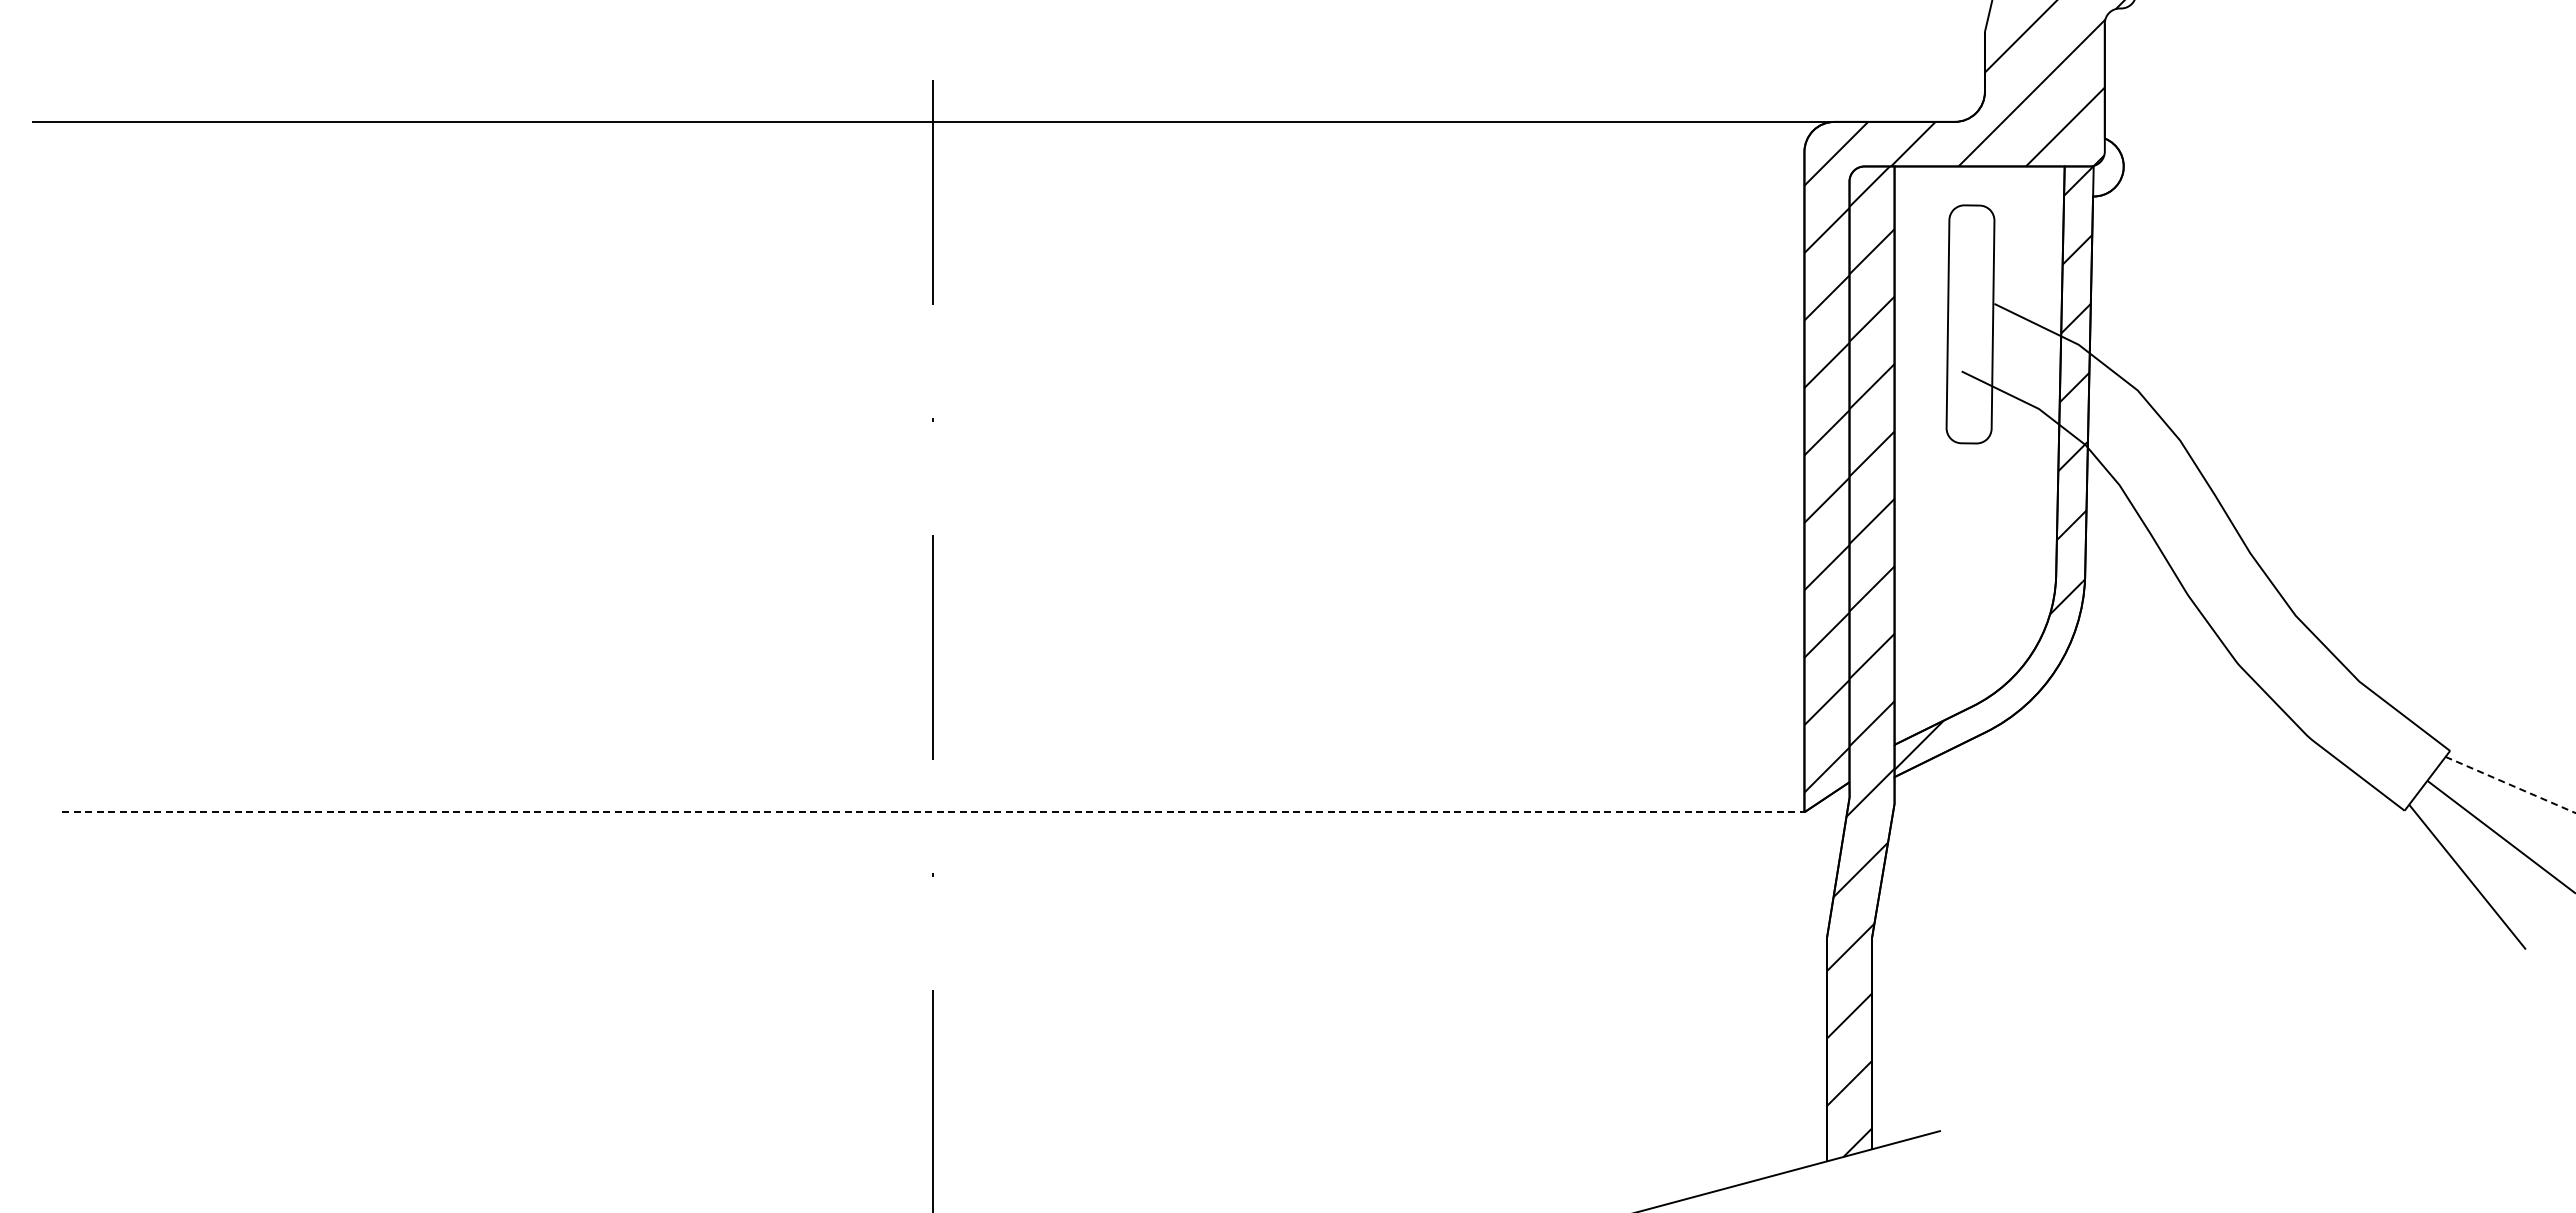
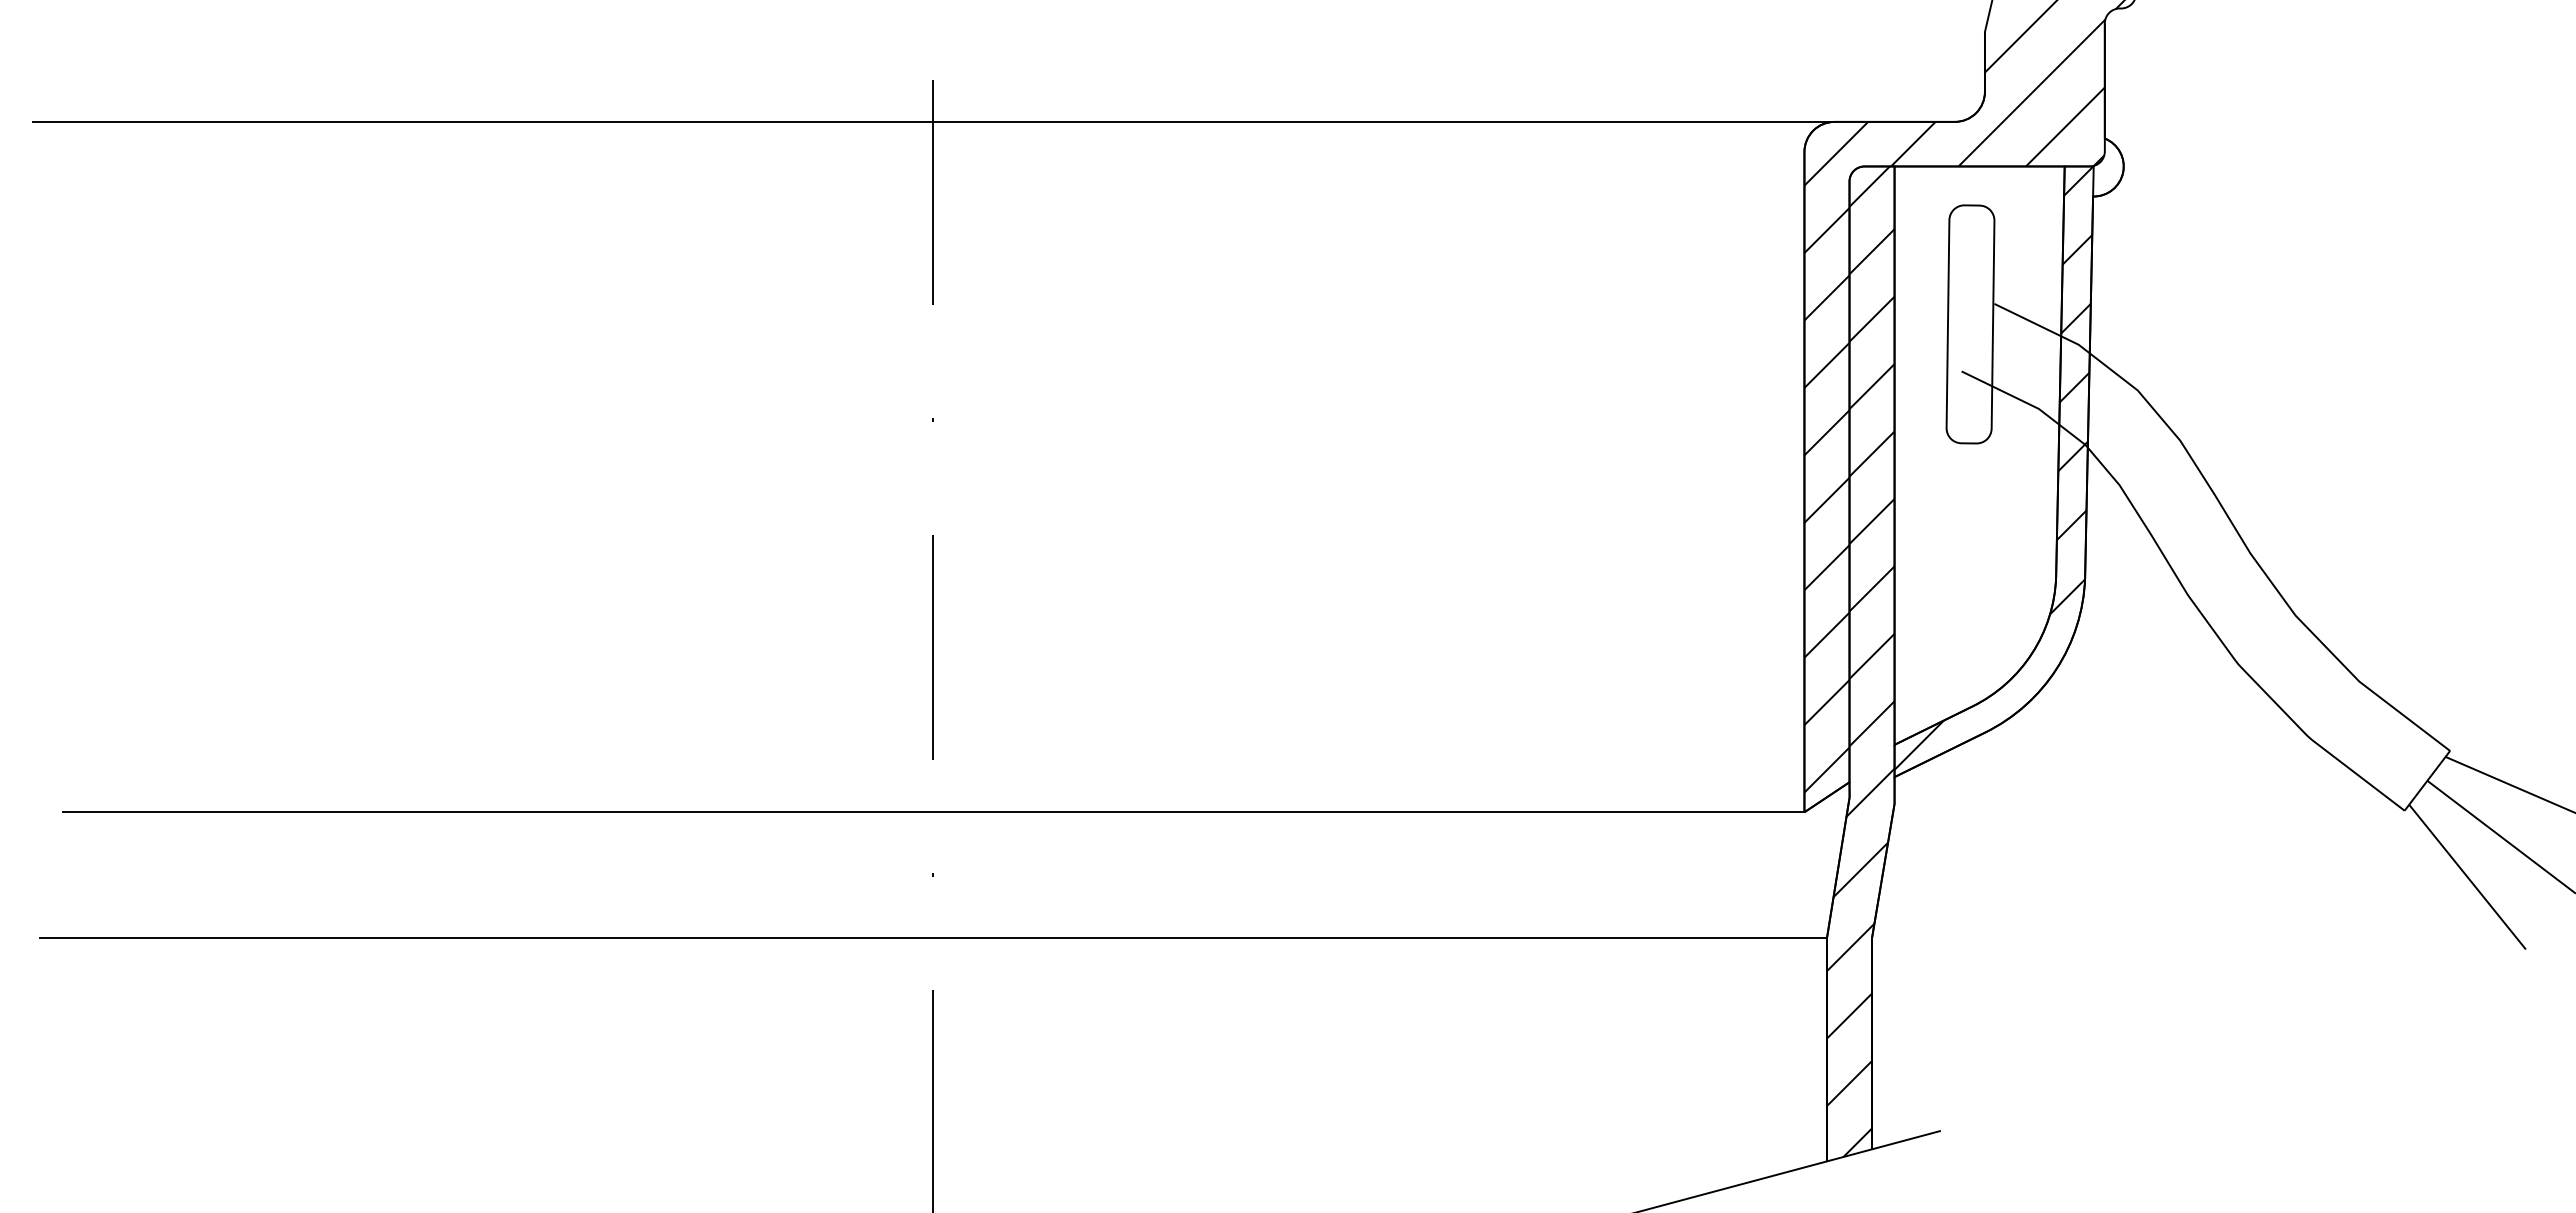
line at (2510, 784): dashed -> solid
line at (933, 812): dashed -> solid
line at (932, 938): none -> present
